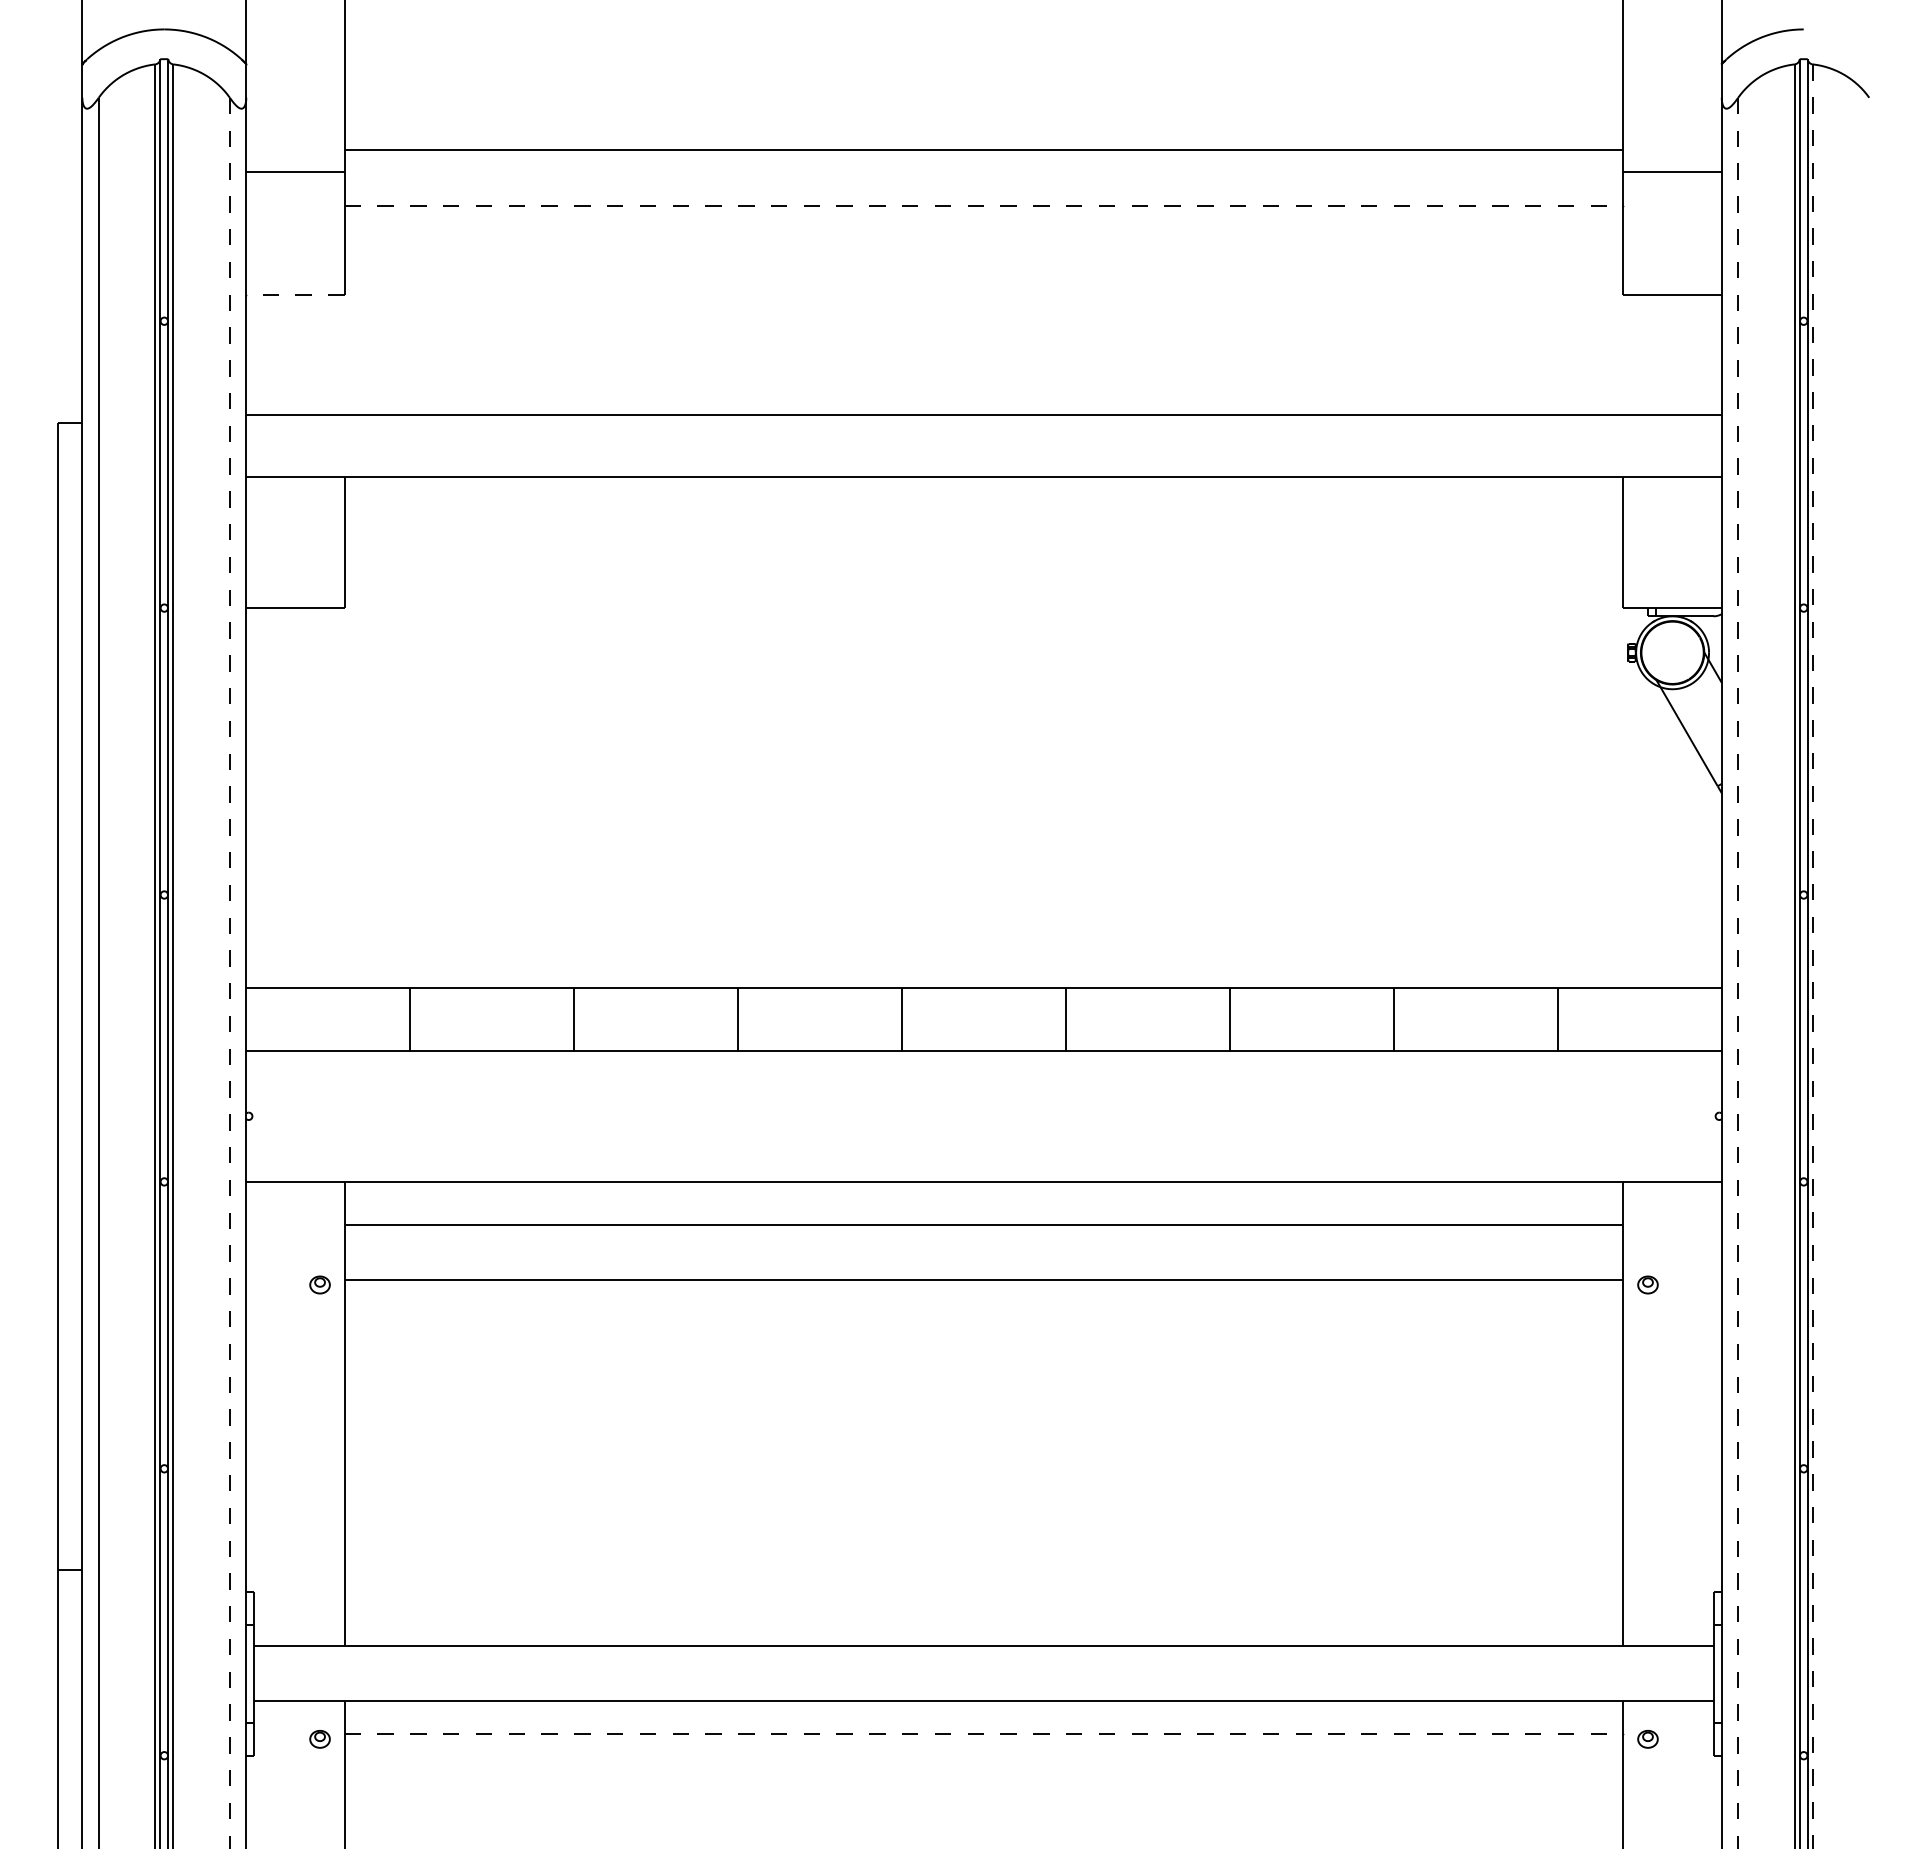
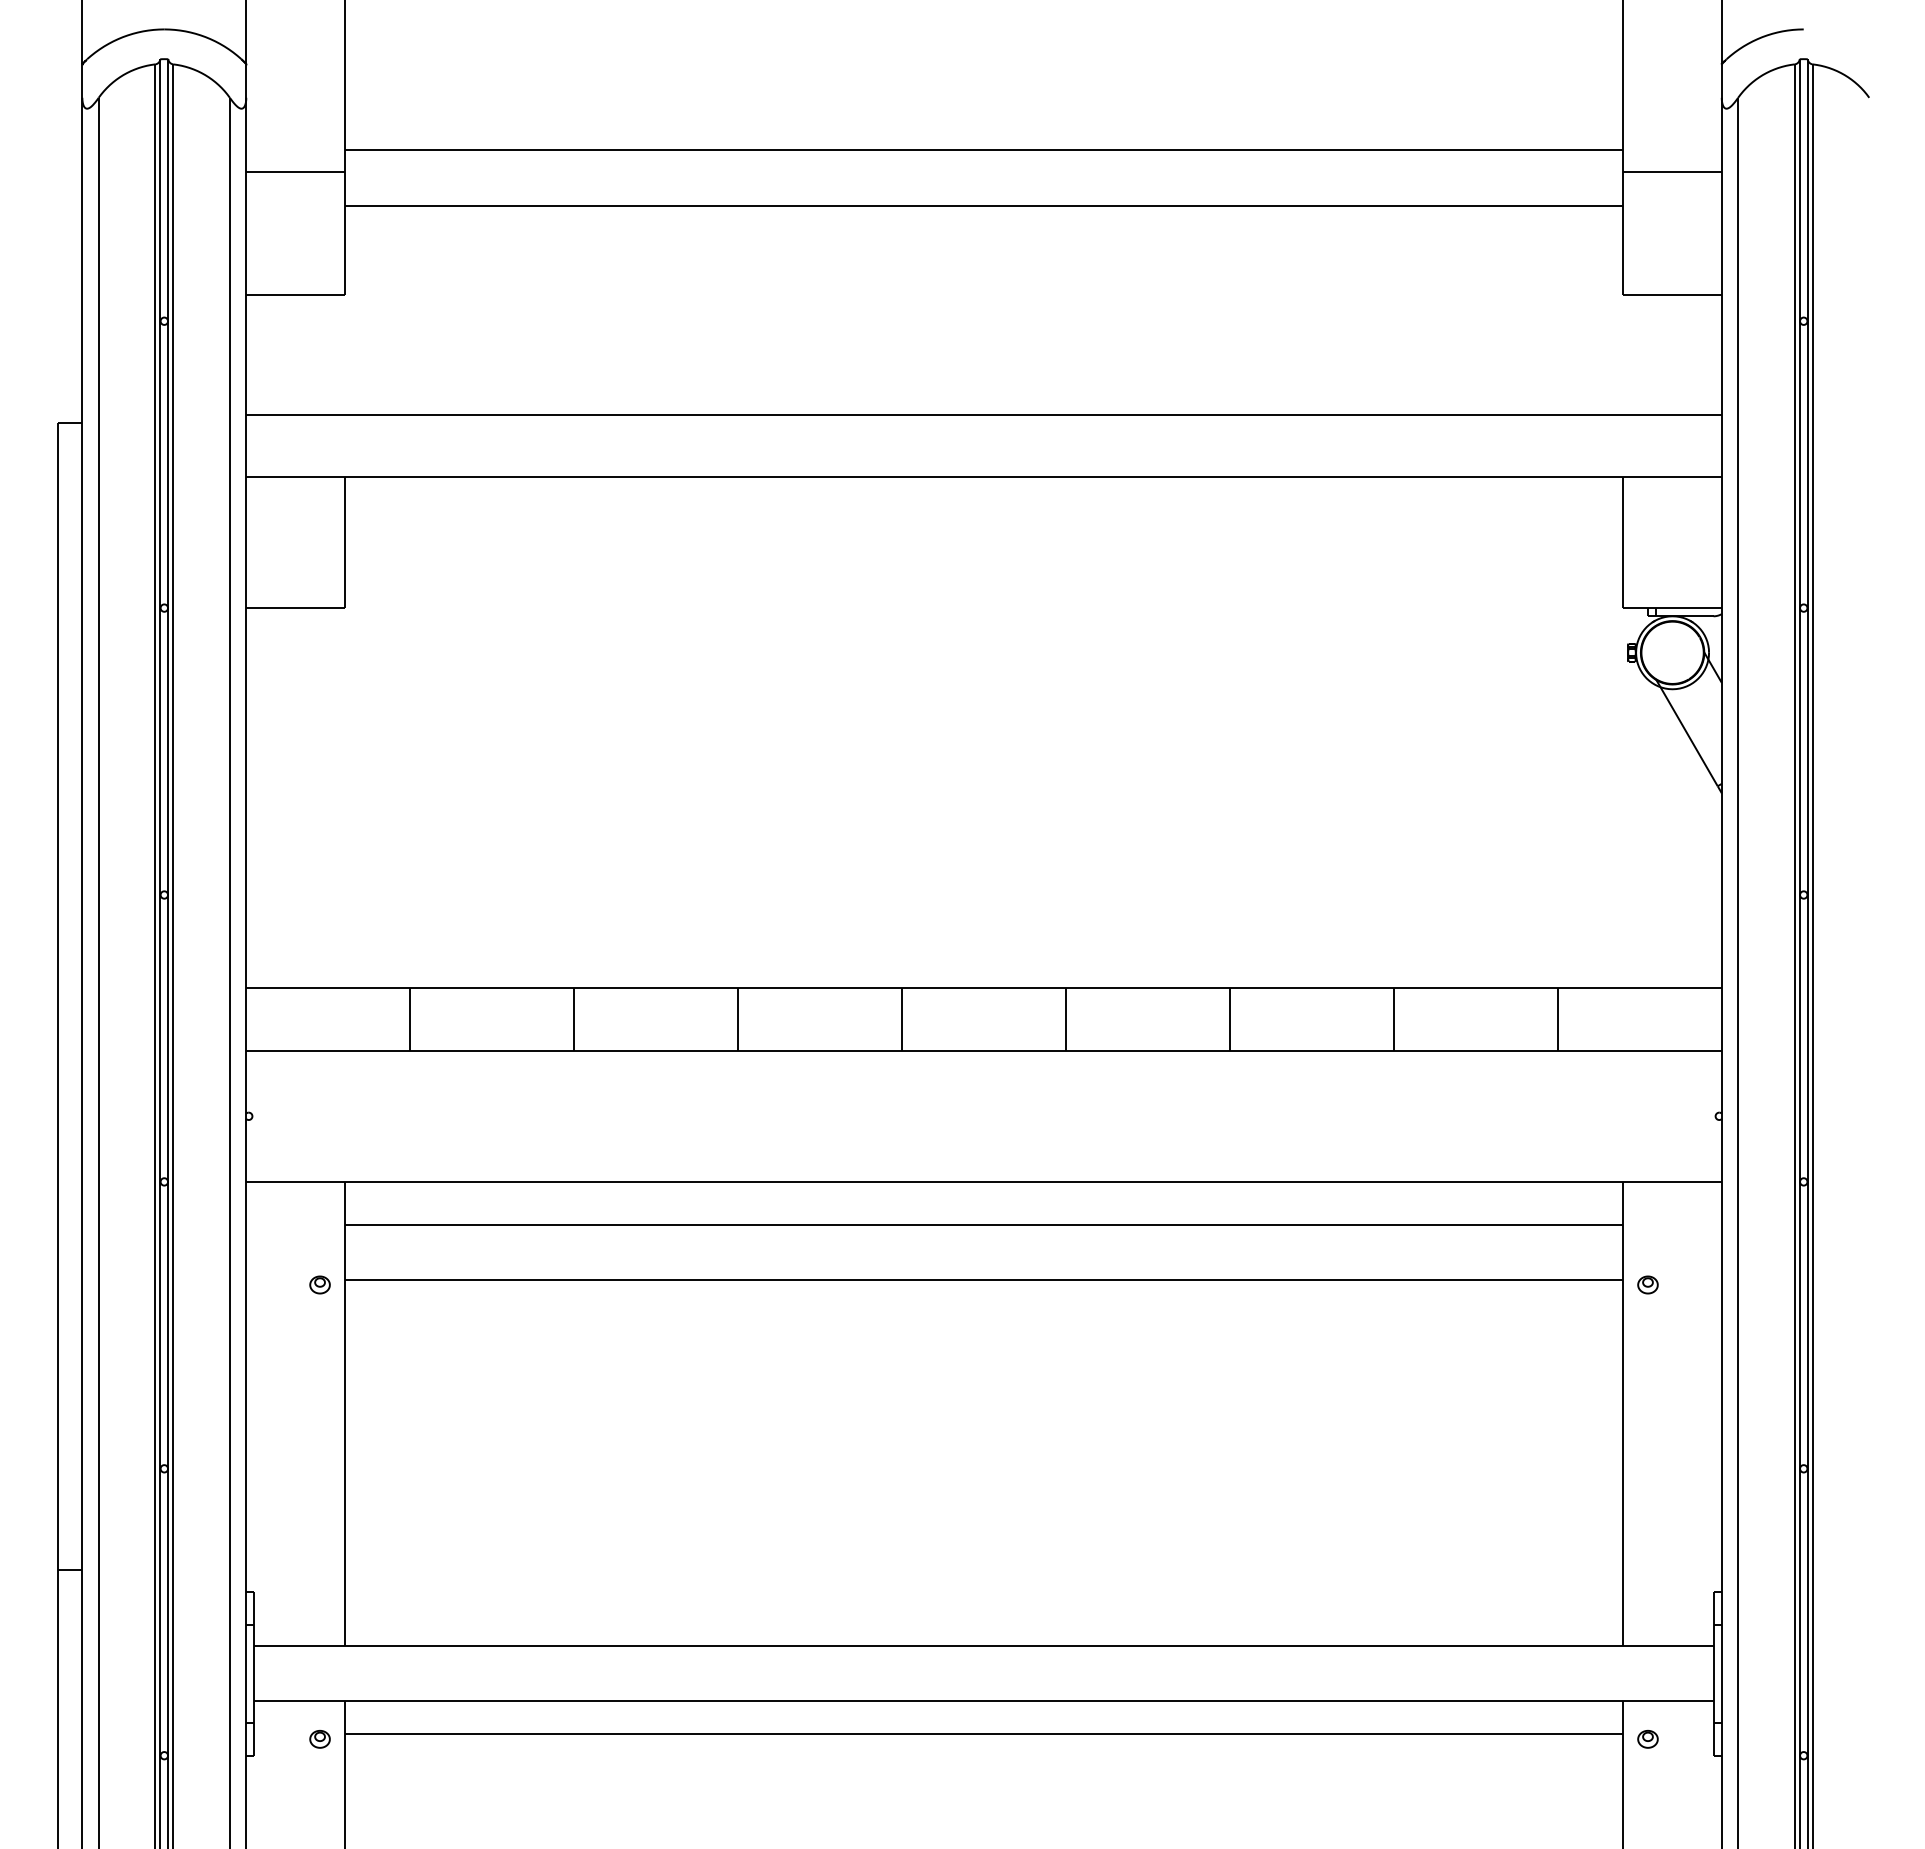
line at (984, 205): dashed -> solid
line at (294, 295): dashed -> solid
line at (1812, 957): dashed -> solid
line at (229, 973): dashed -> solid
line at (1738, 973): dashed -> solid
line at (984, 1734): dashed -> solid
